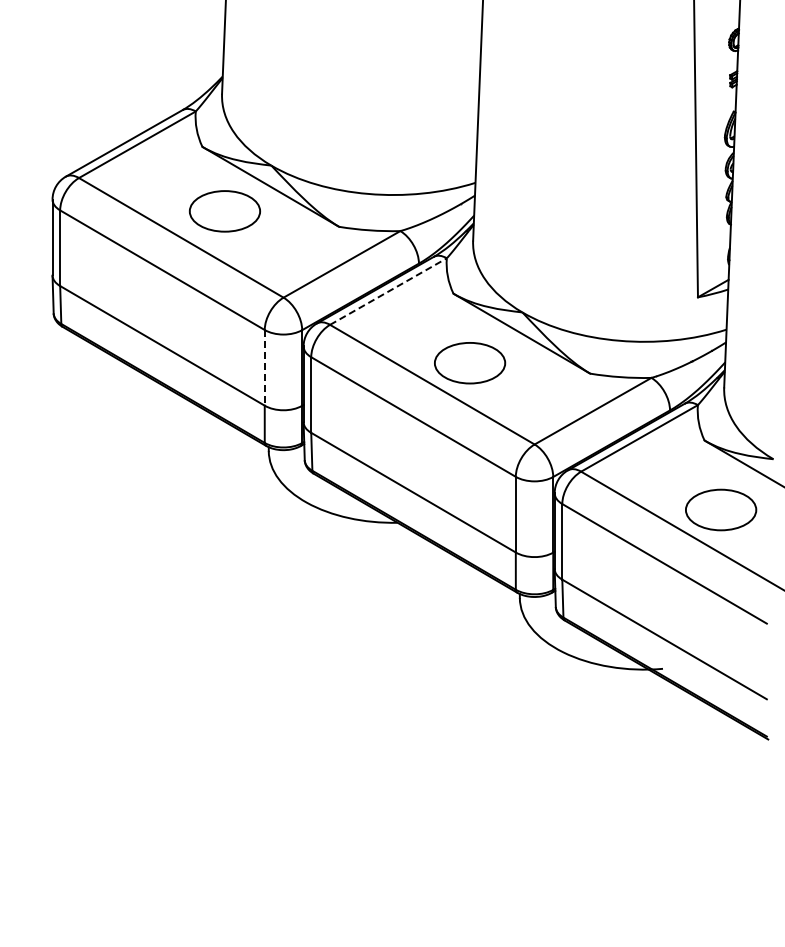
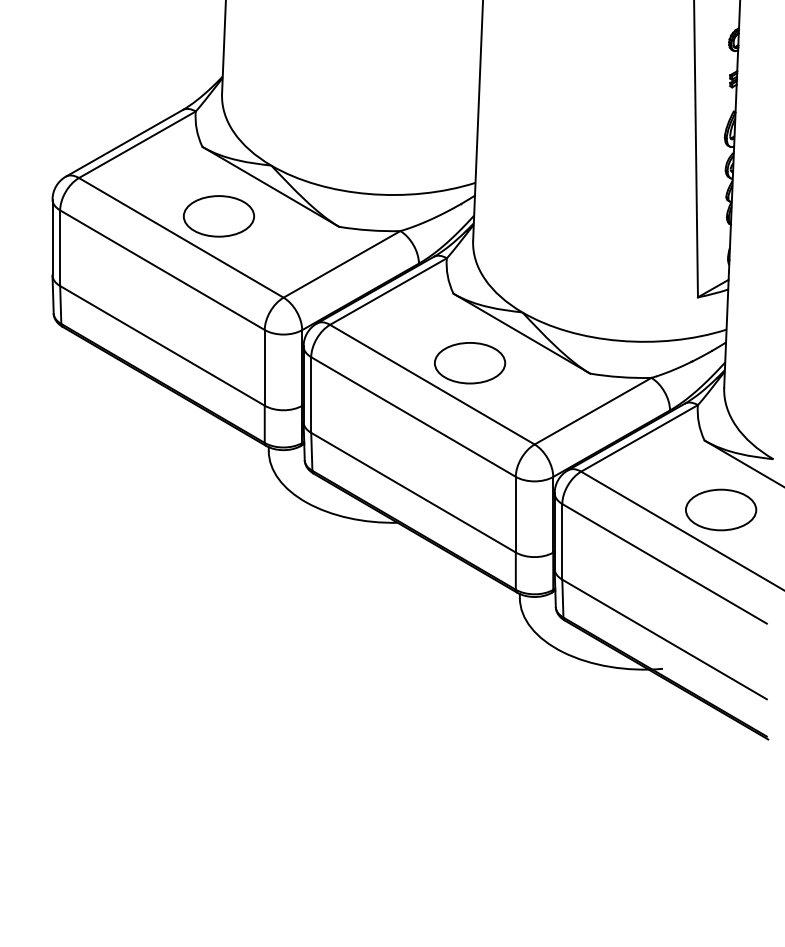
part at (224, 211) position: (224, 211) -> (218, 216)
line at (388, 291): dashed -> solid
line at (264, 367): dashed -> solid
